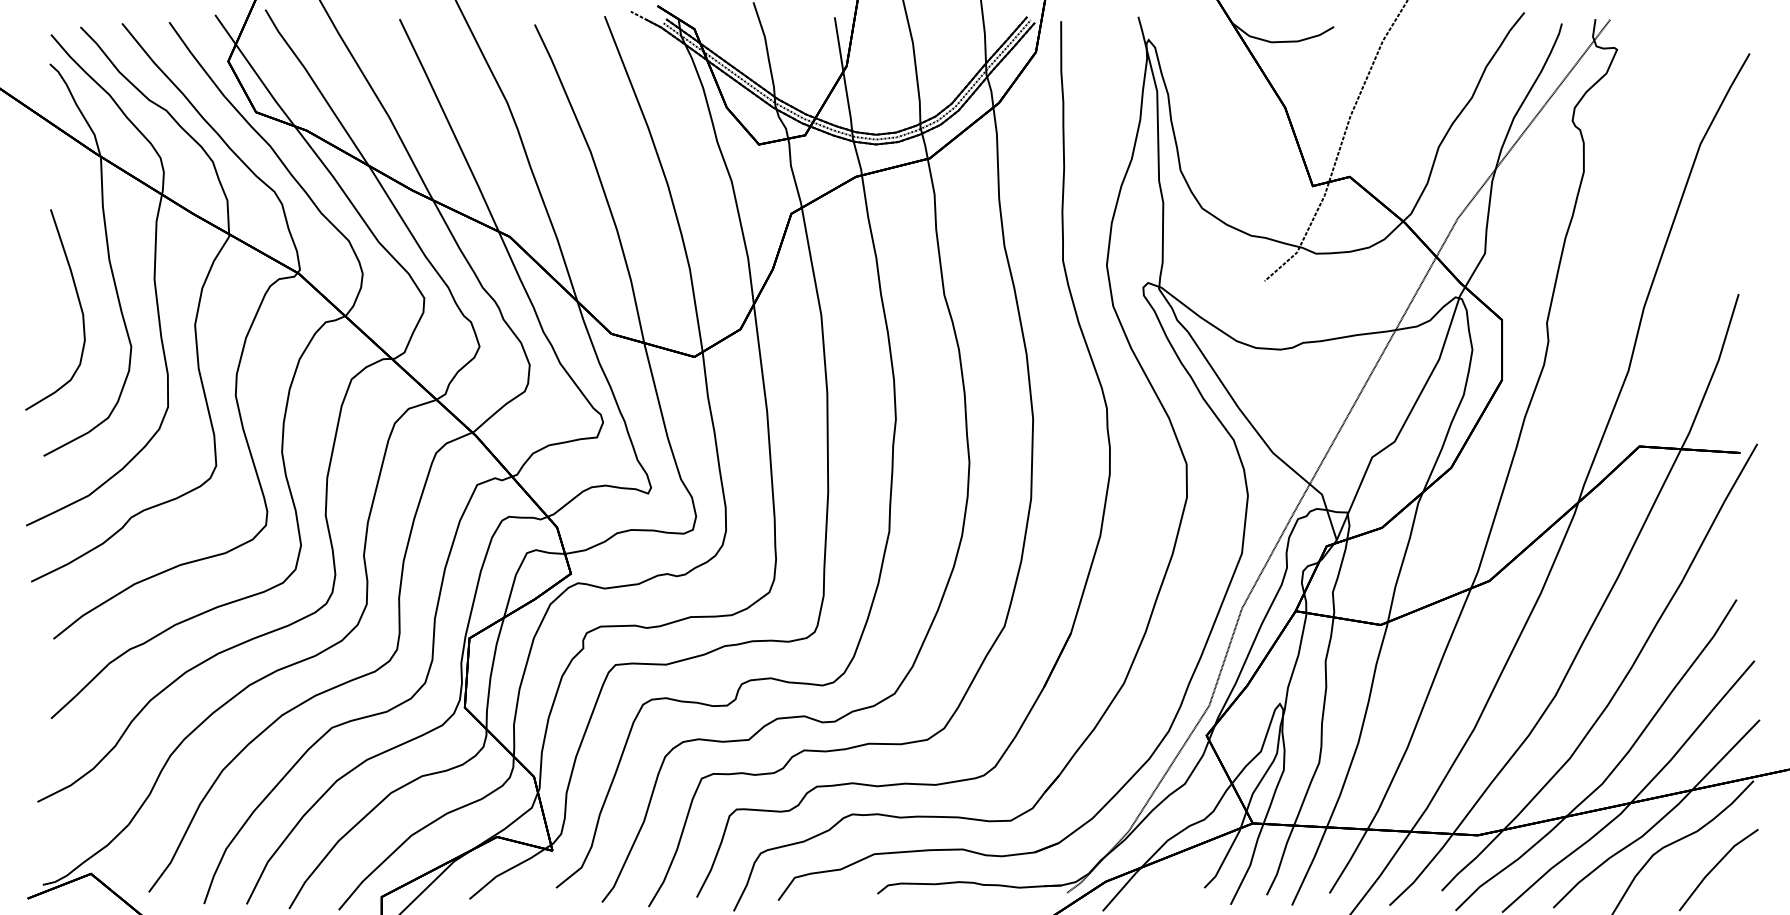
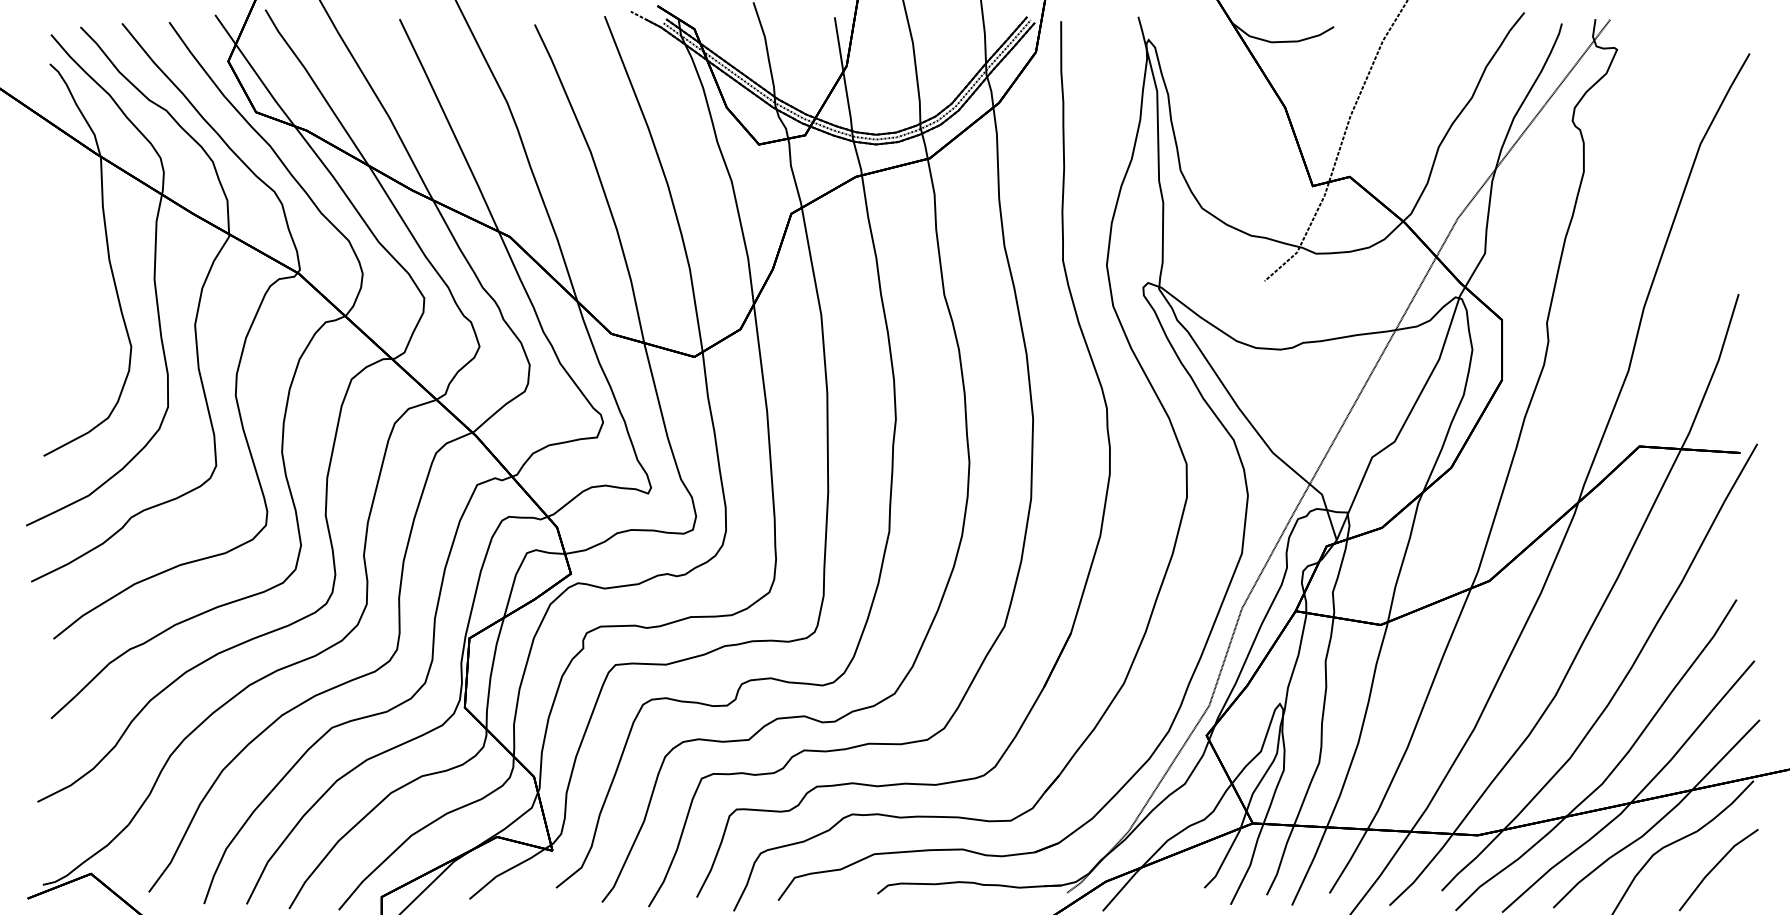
curve at (78, 302): present -> none
